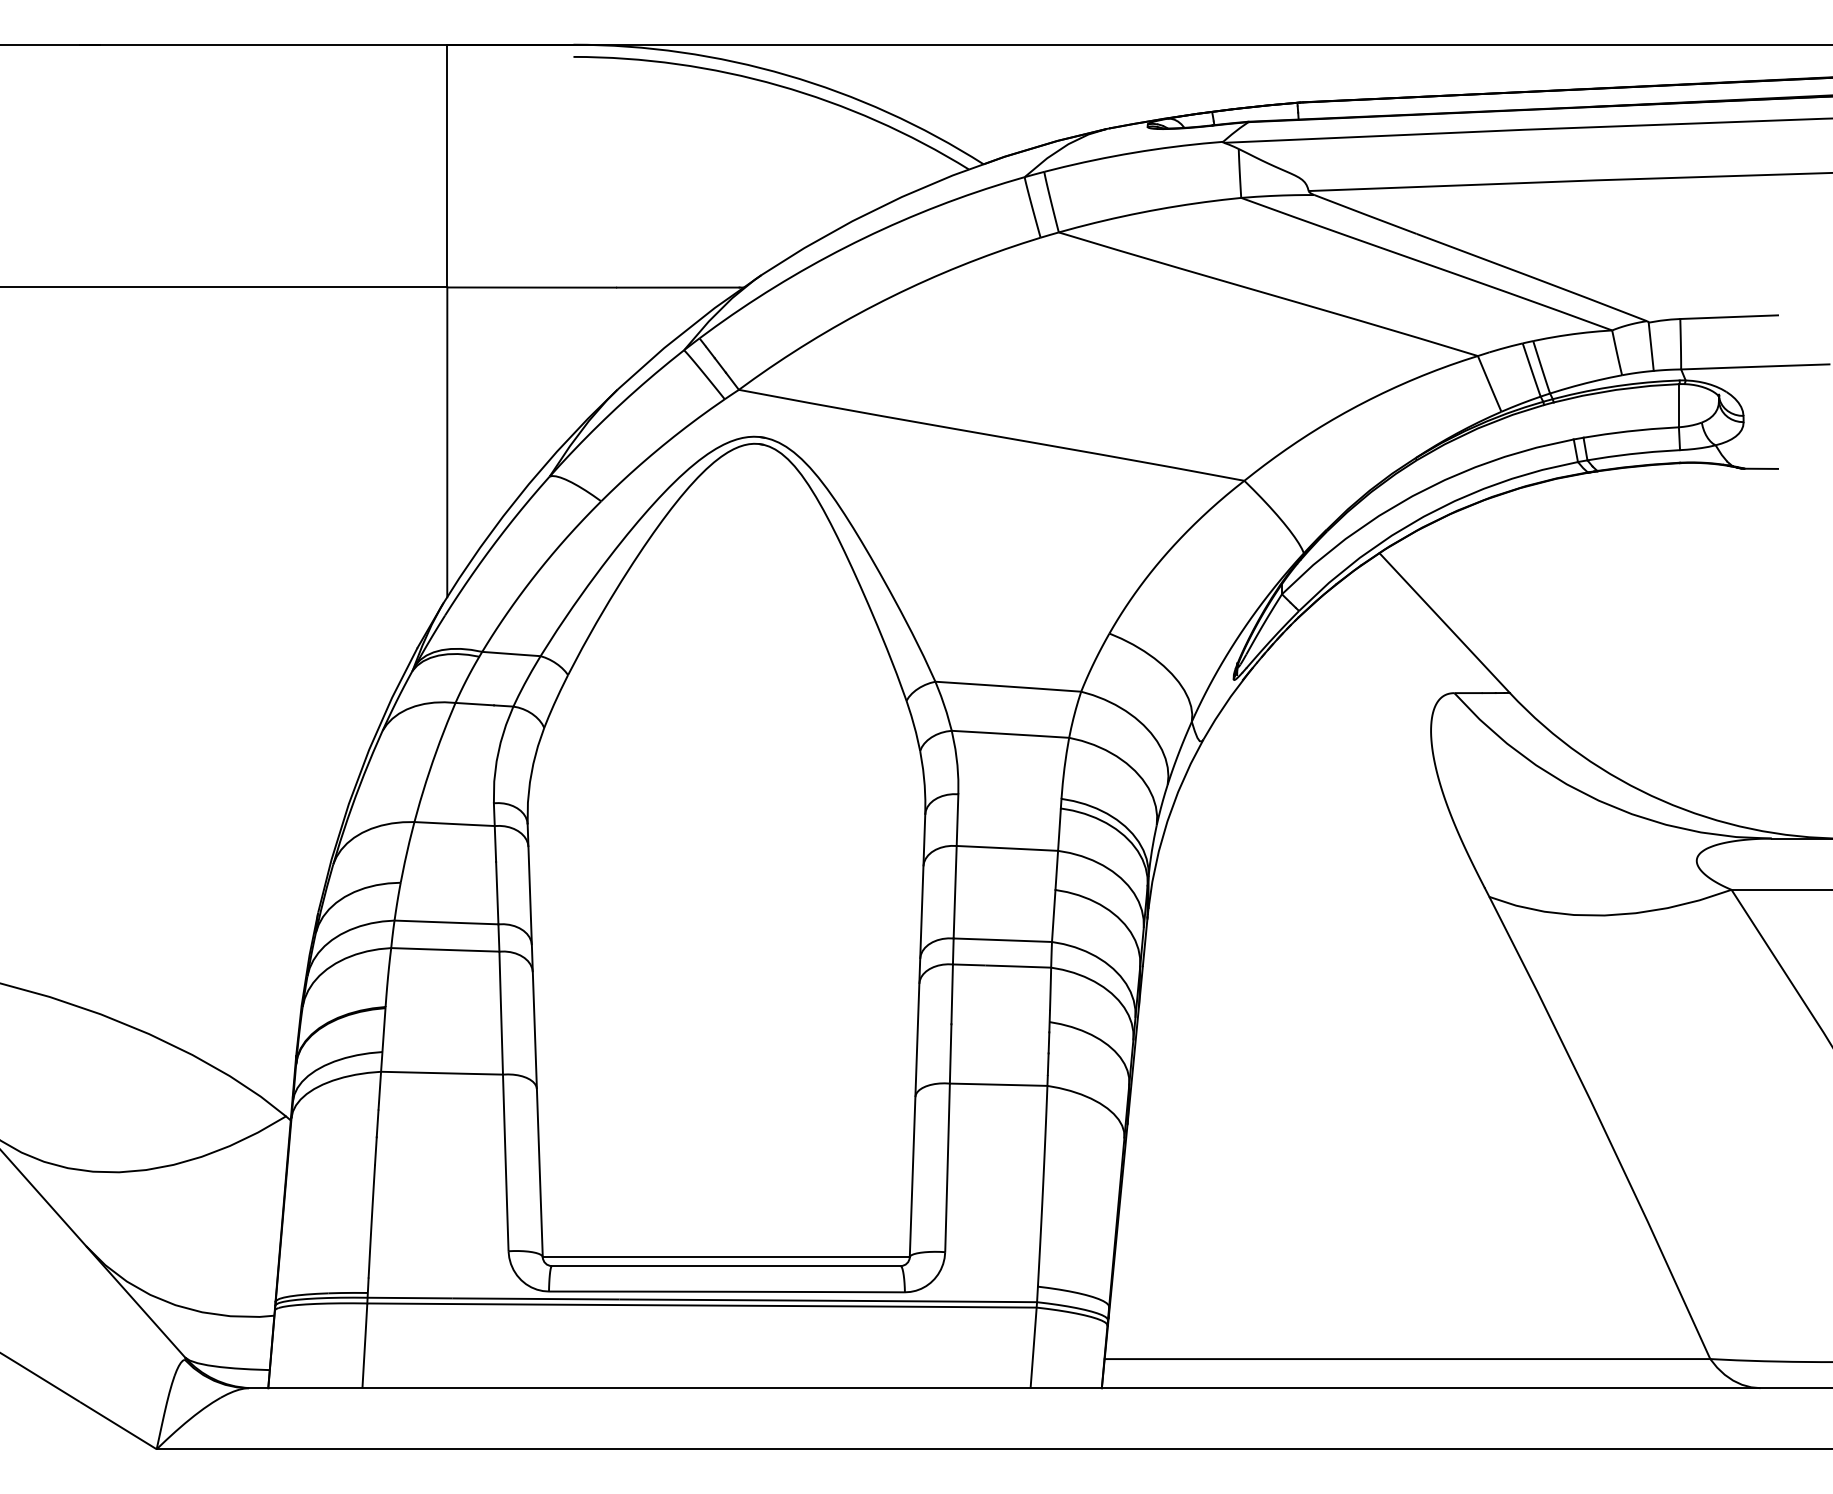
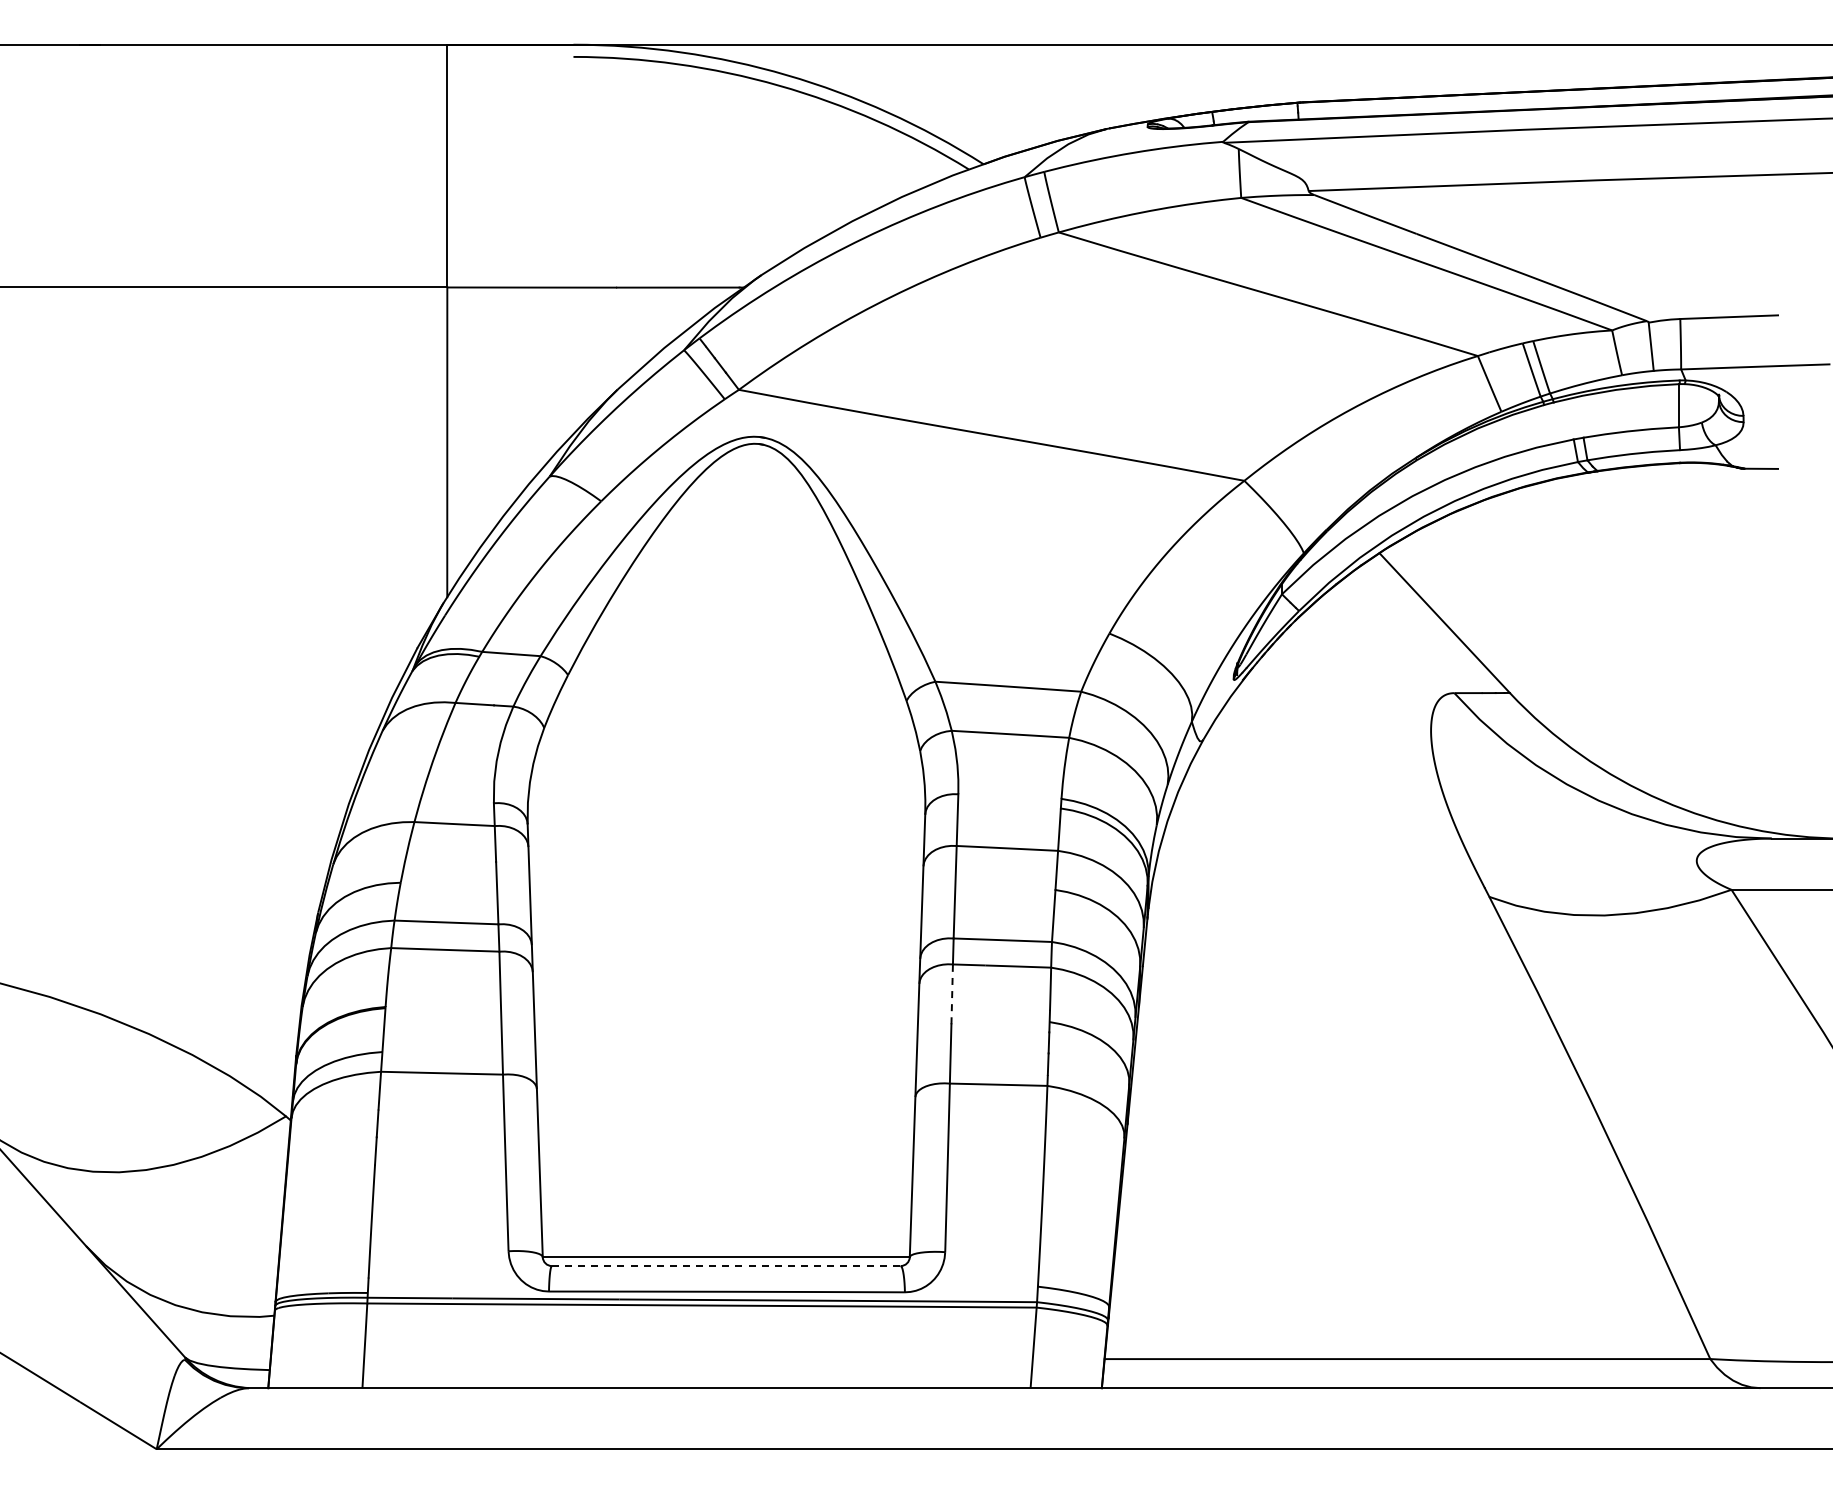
line at (952, 994): solid -> dashed
line at (726, 1266): solid -> dashed
